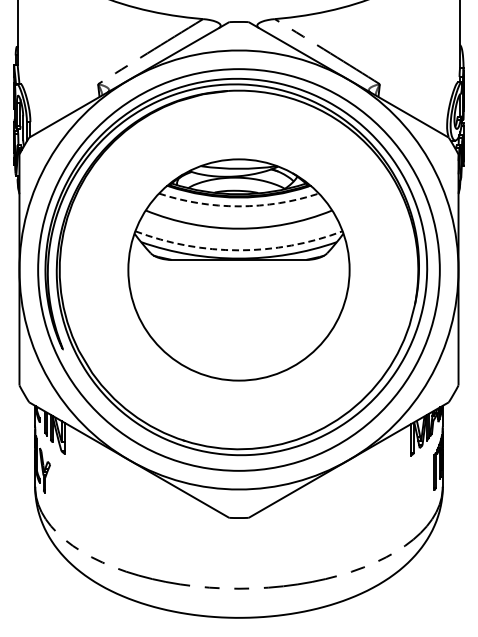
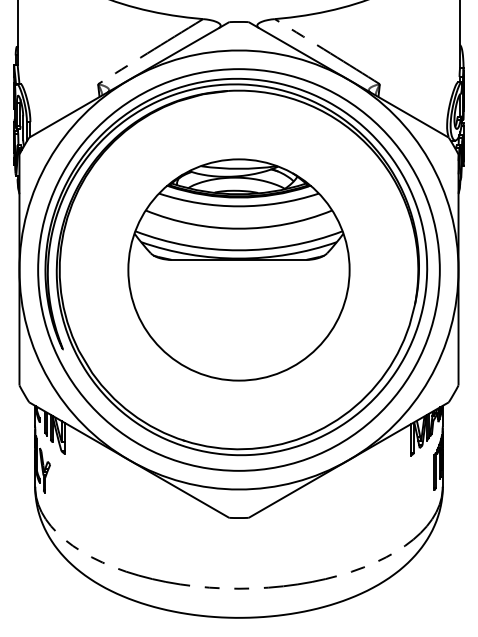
arc at (239, 206): dashed -> solid
arc at (239, 250): dashed -> solid
